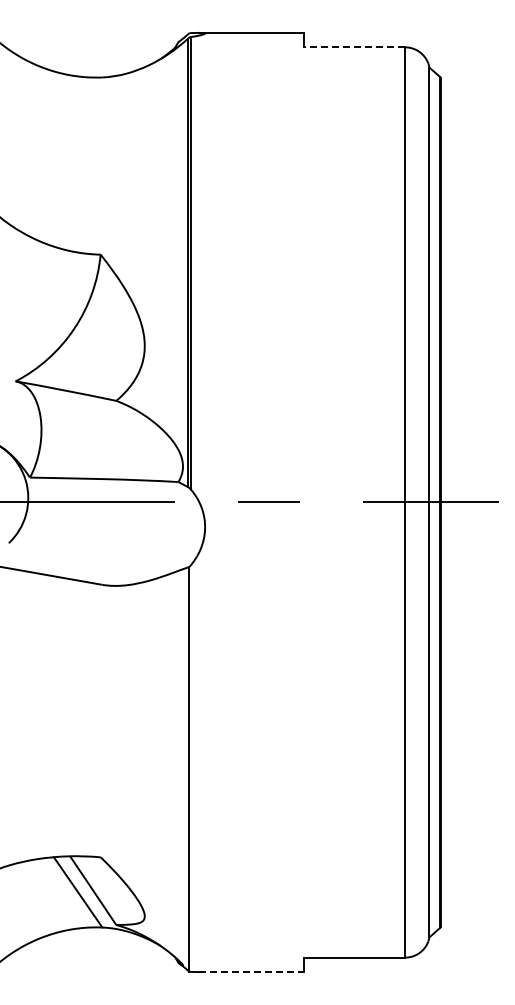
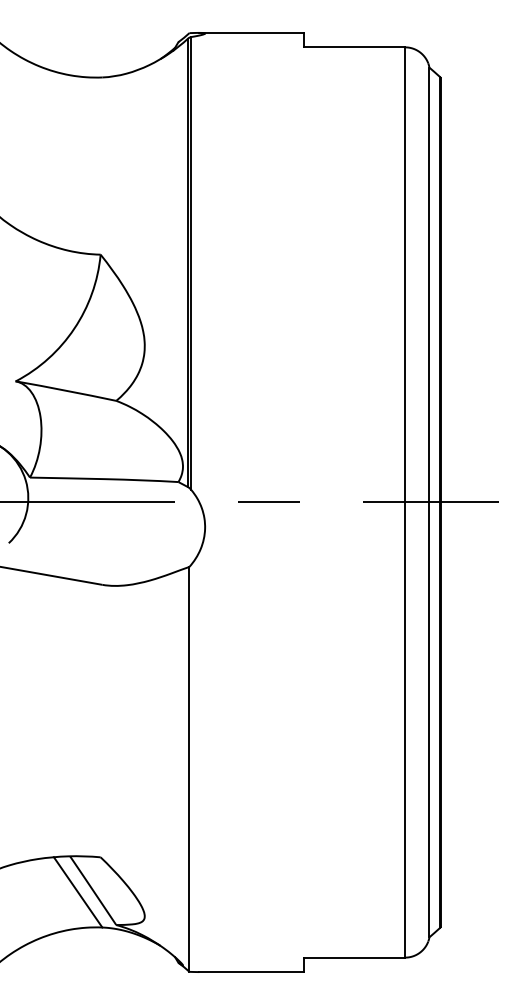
line at (354, 47): dashed -> solid
line at (252, 972): dashed -> solid
